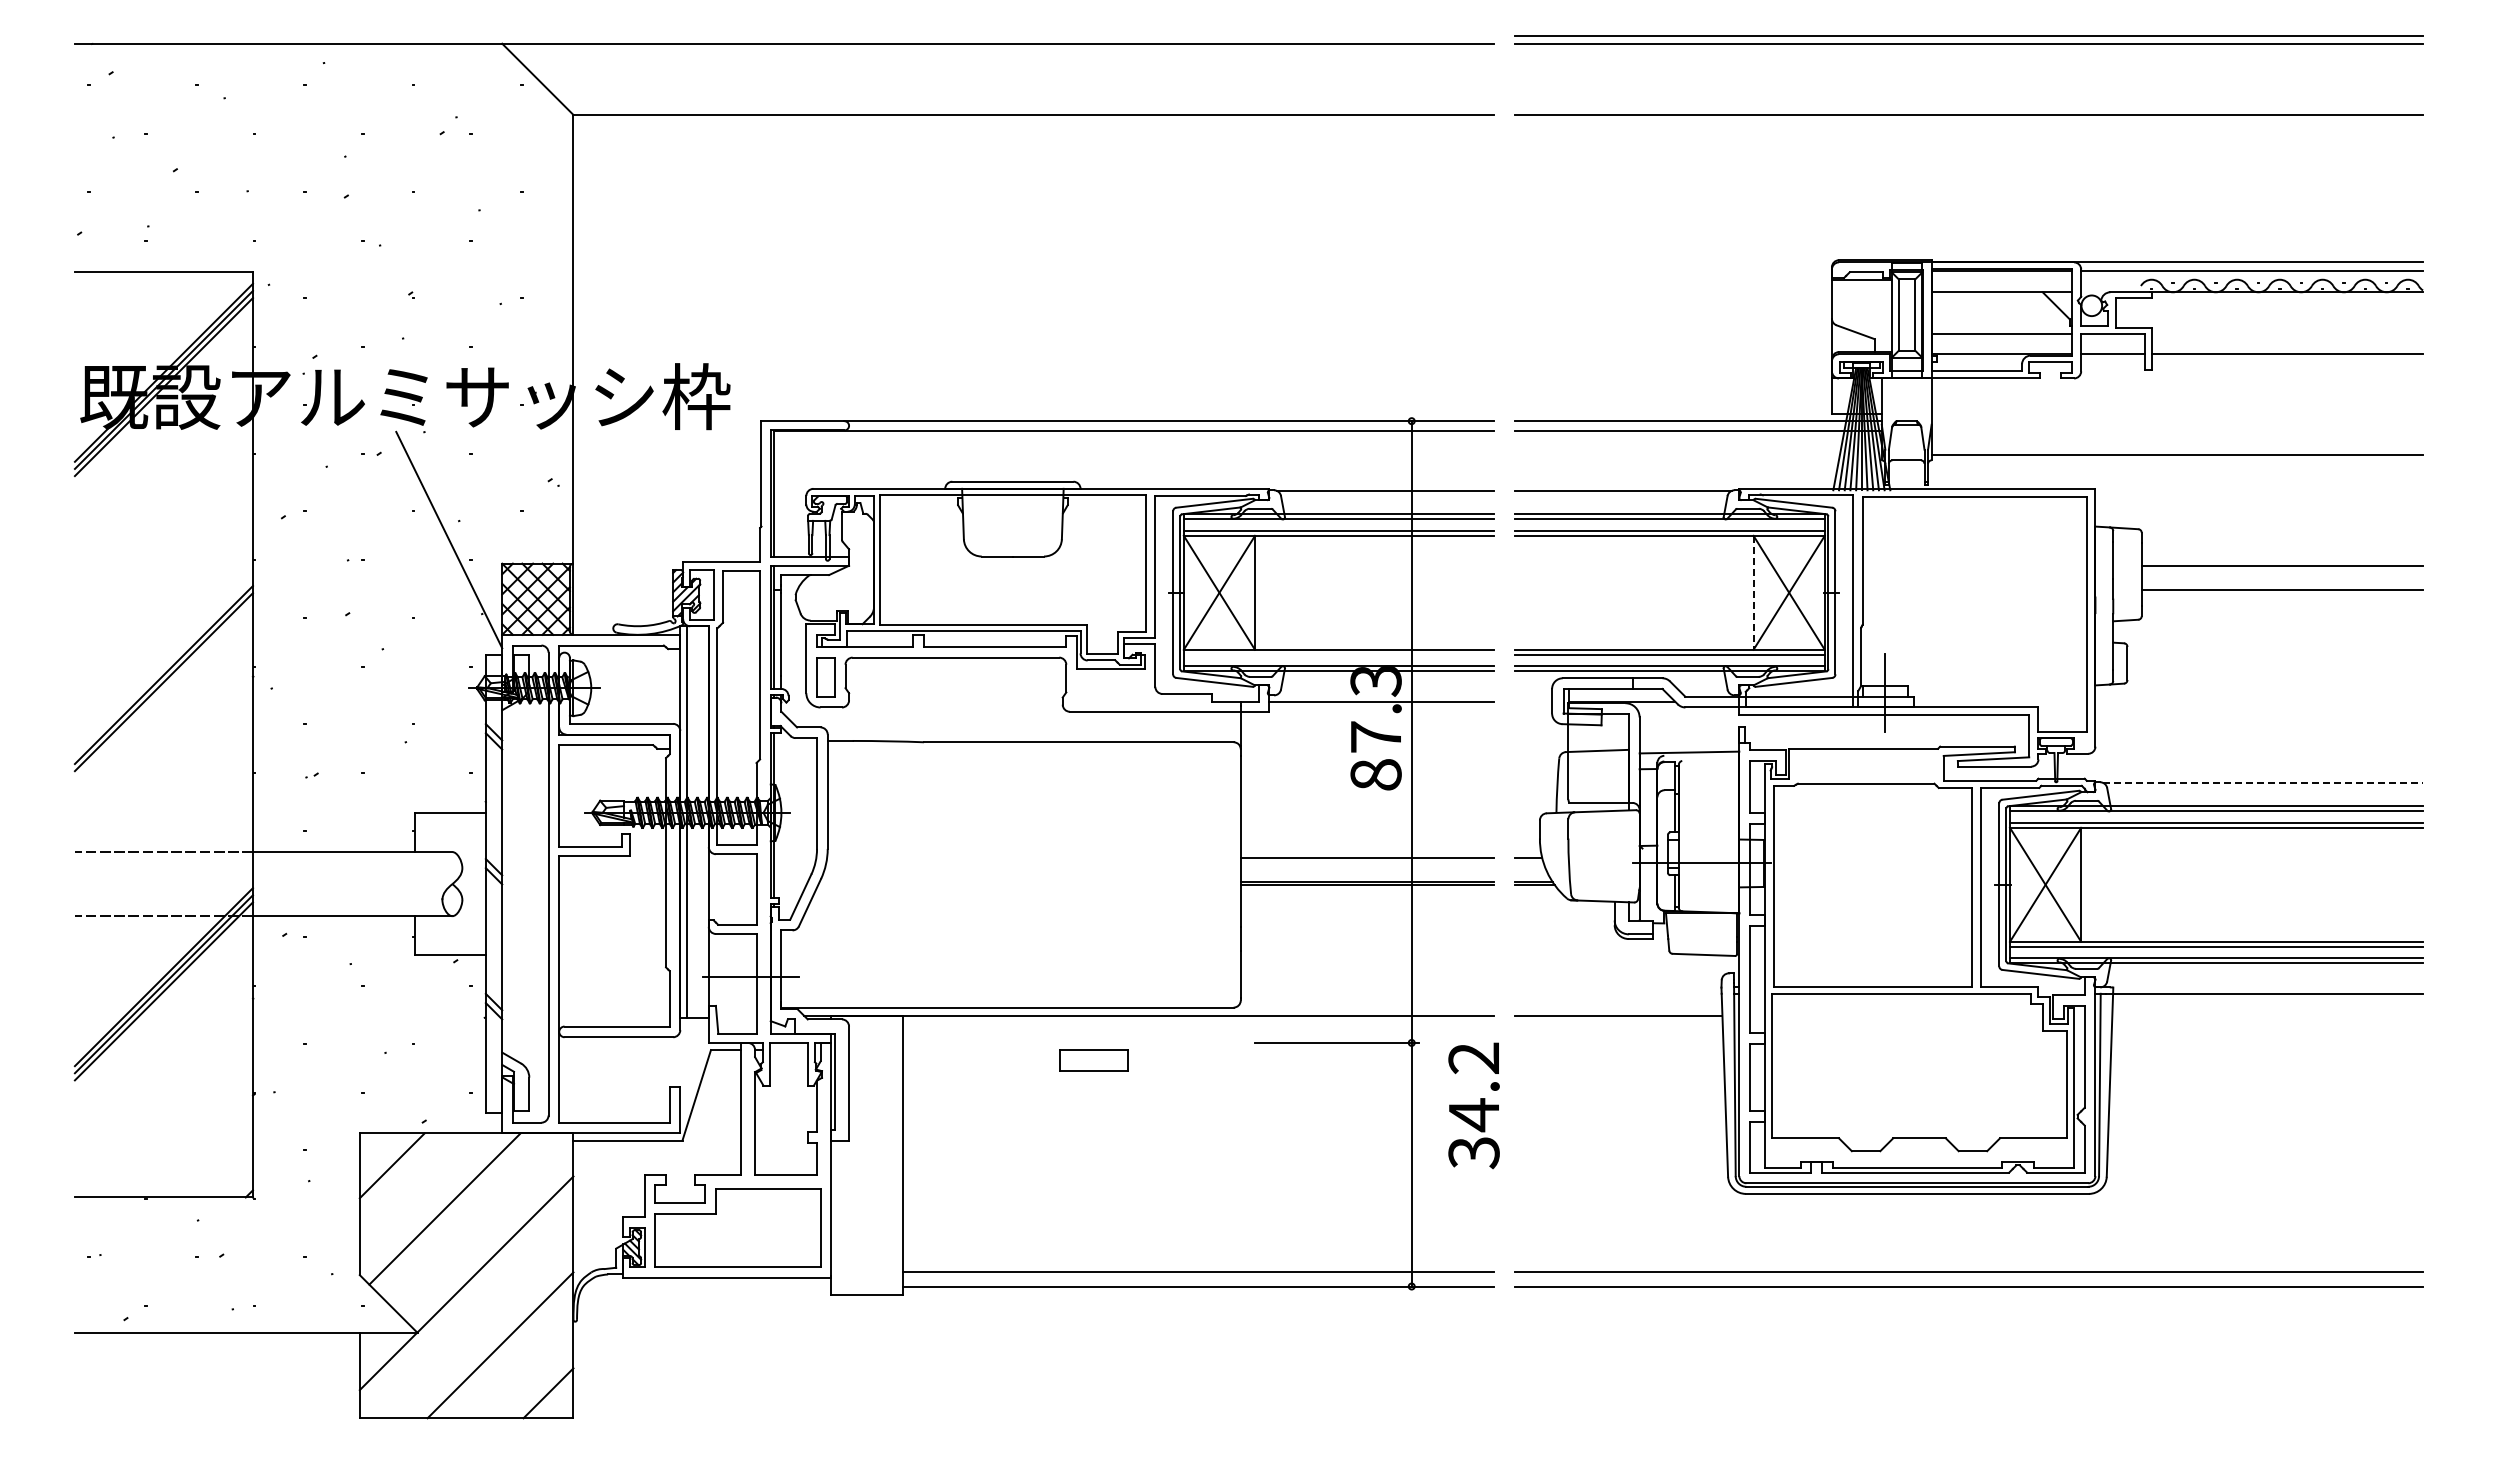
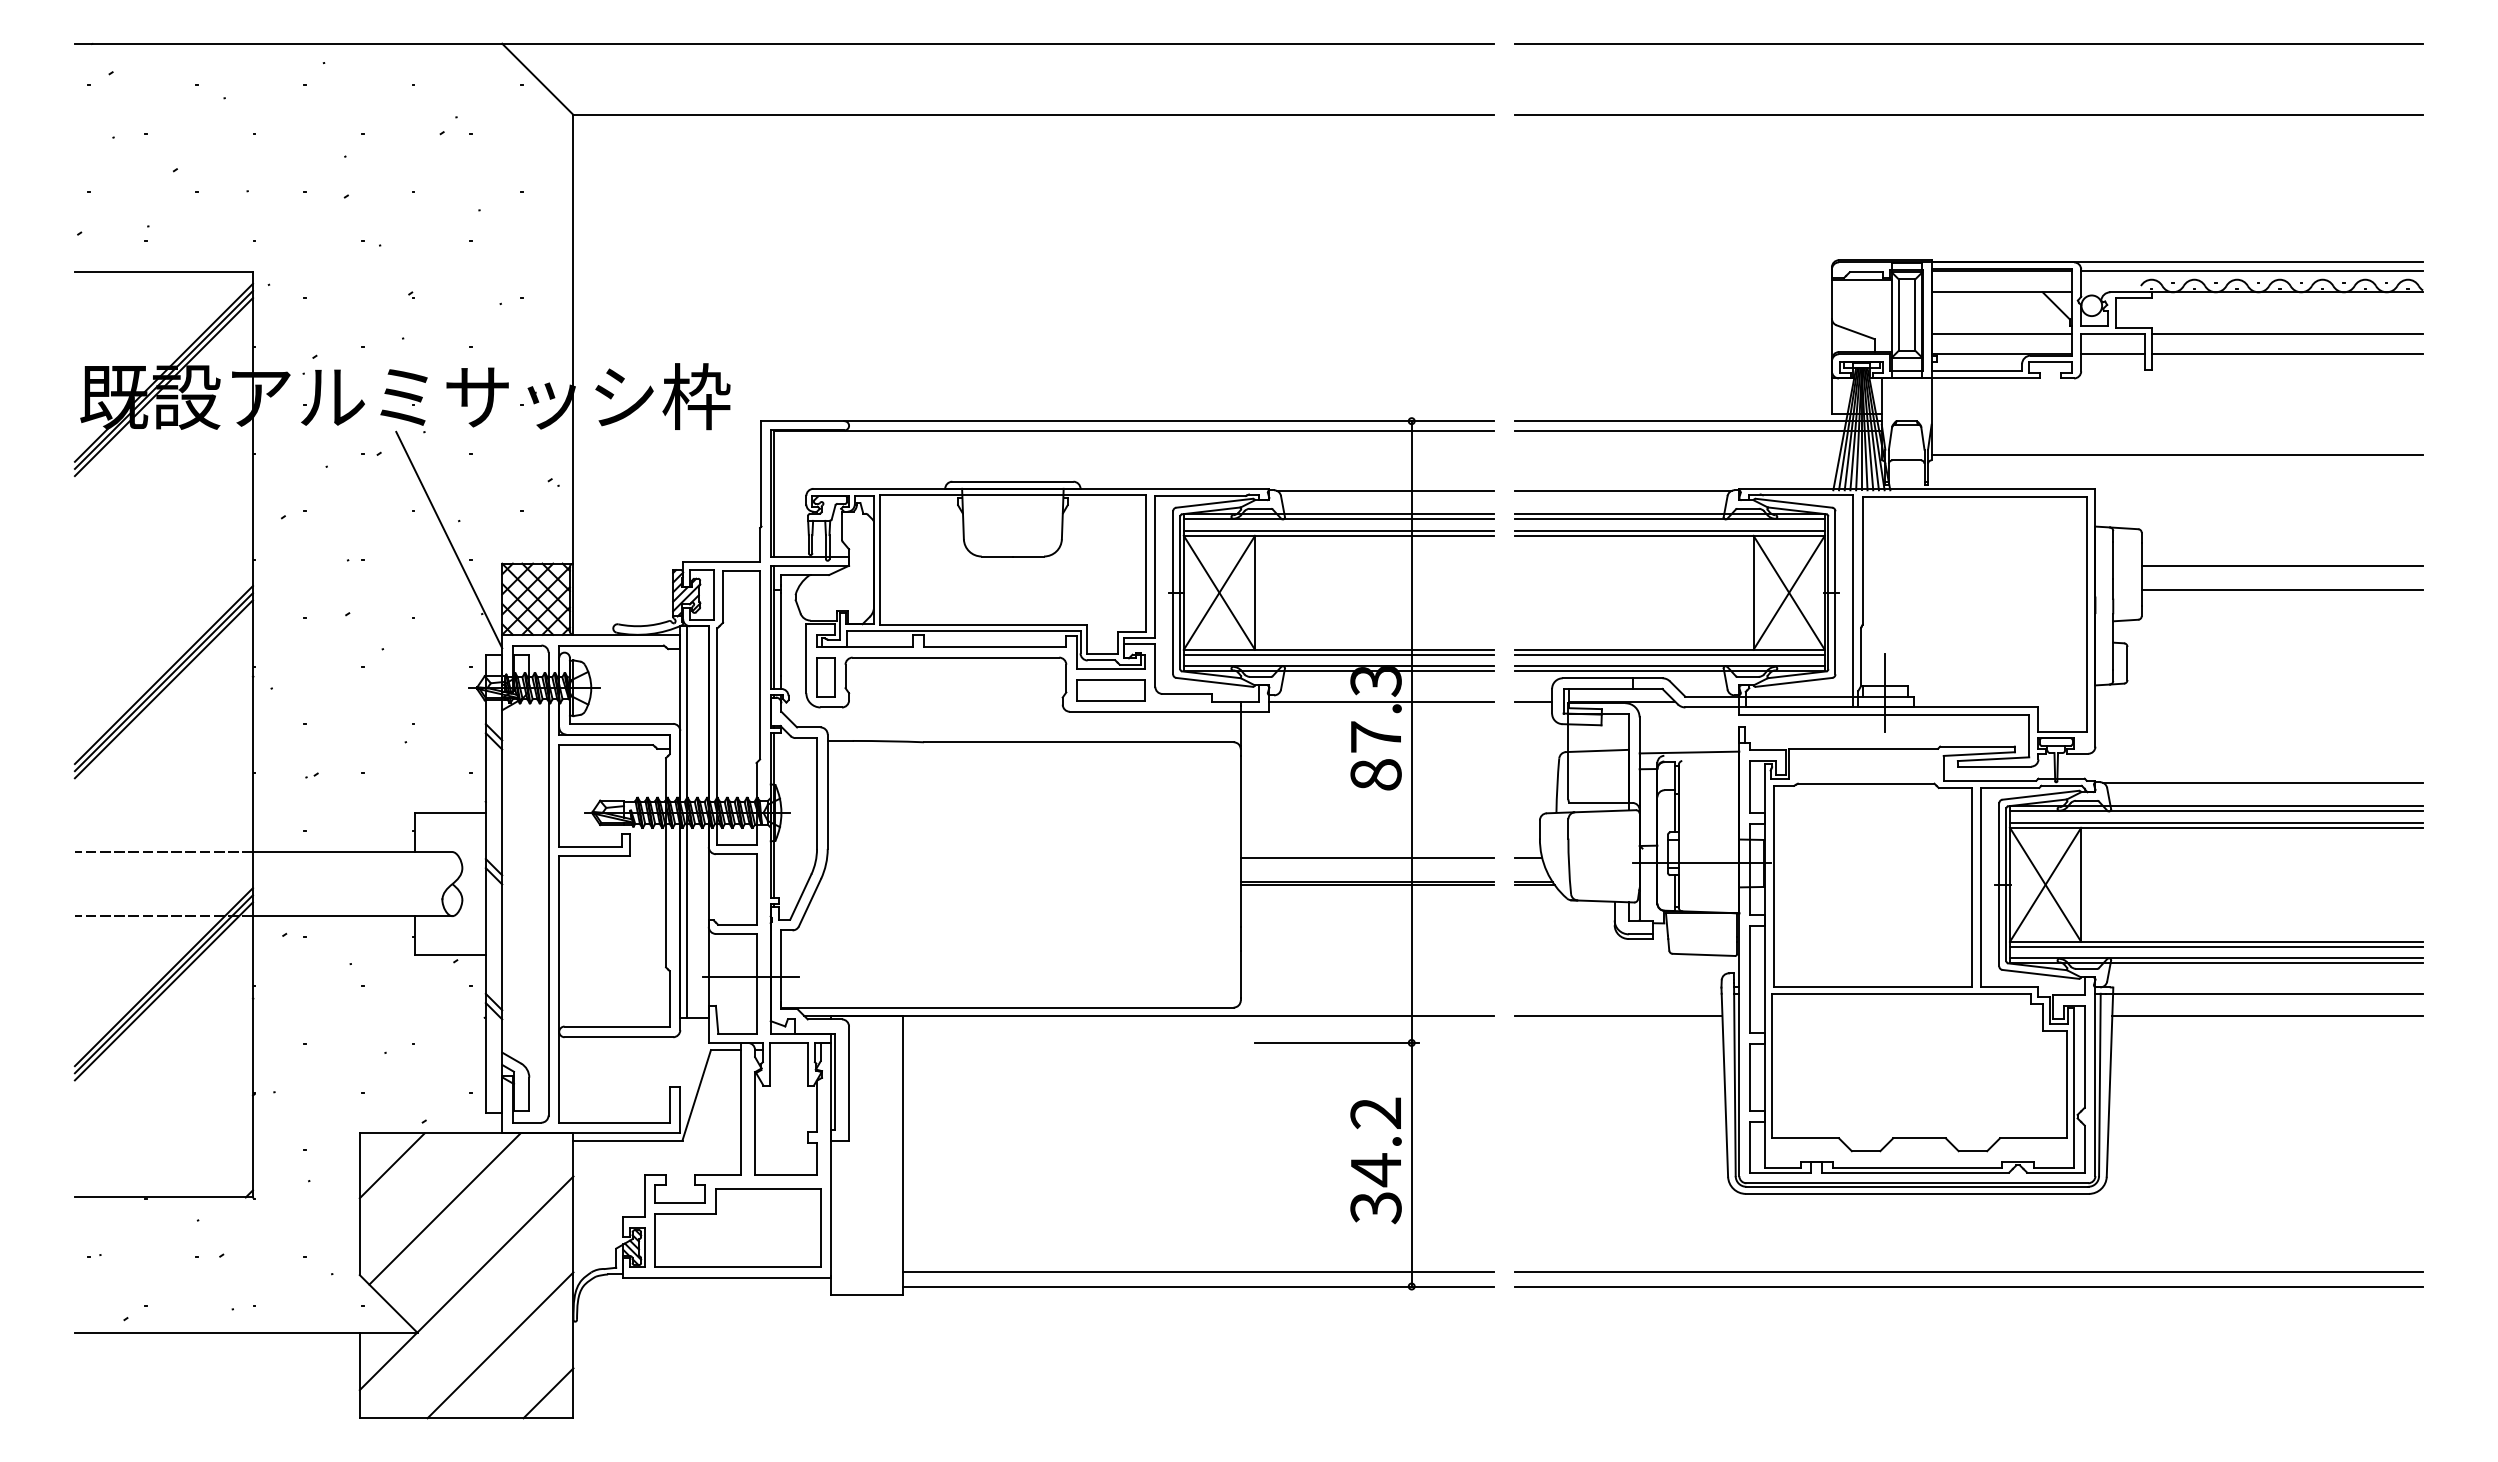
line at (1968, 35): present -> none
line at (2287, 334): none -> present
line at (1753, 592): dashed -> solid
line at (1338, 654): none -> present
line at (163, 689): none -> present
line at (1533, 701): none -> present
line at (2263, 782): dashed -> solid
line at (2267, 1015): none -> present
part at (1093, 1060) position: (1093, 1060) -> (1110, 690)
text at (1473, 1105) position: (1473, 1105) -> (1375, 1160)
